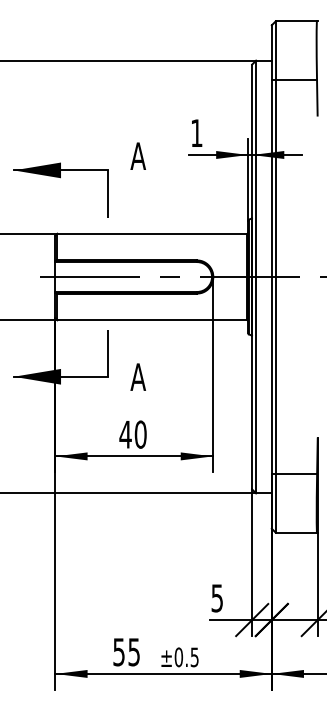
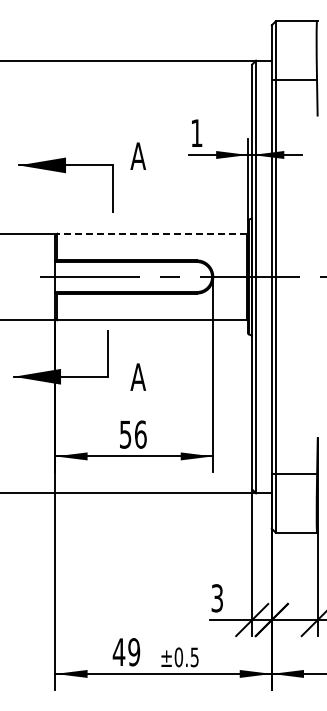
part at (60, 178) position: (60, 178) -> (65, 173)
line at (152, 233): solid -> dashed
text at (132, 434): 40 -> 56
text at (217, 597): 5 -> 3
text at (126, 652): 55 -> 49
